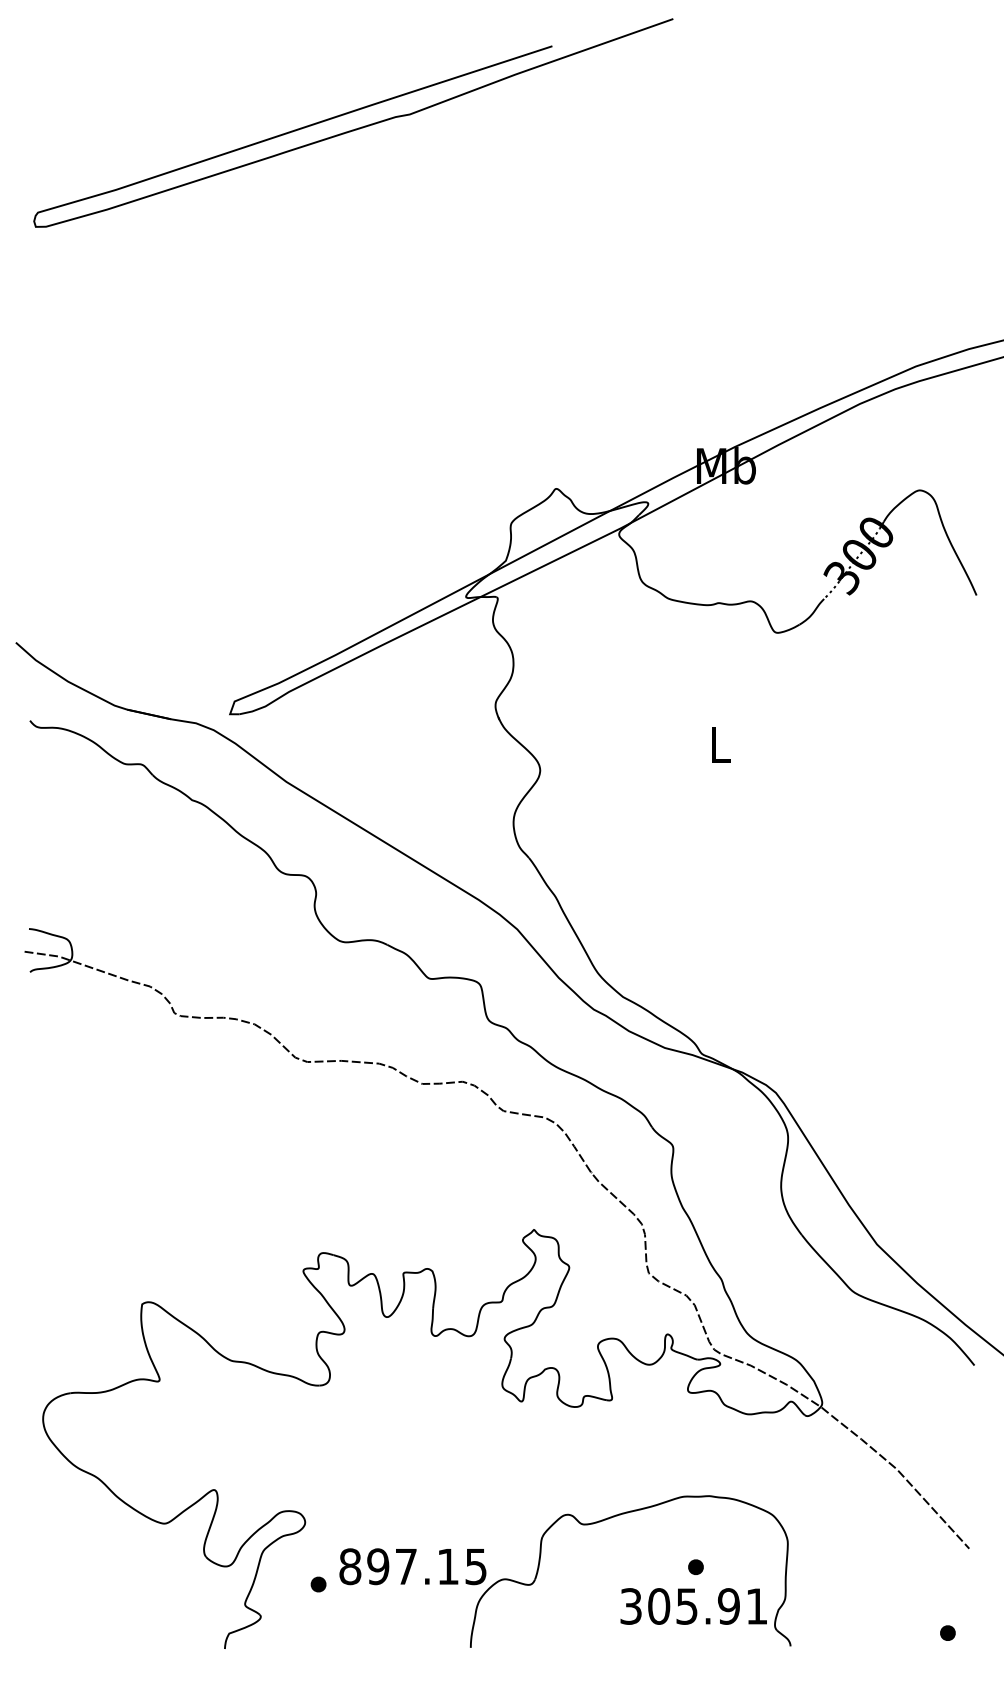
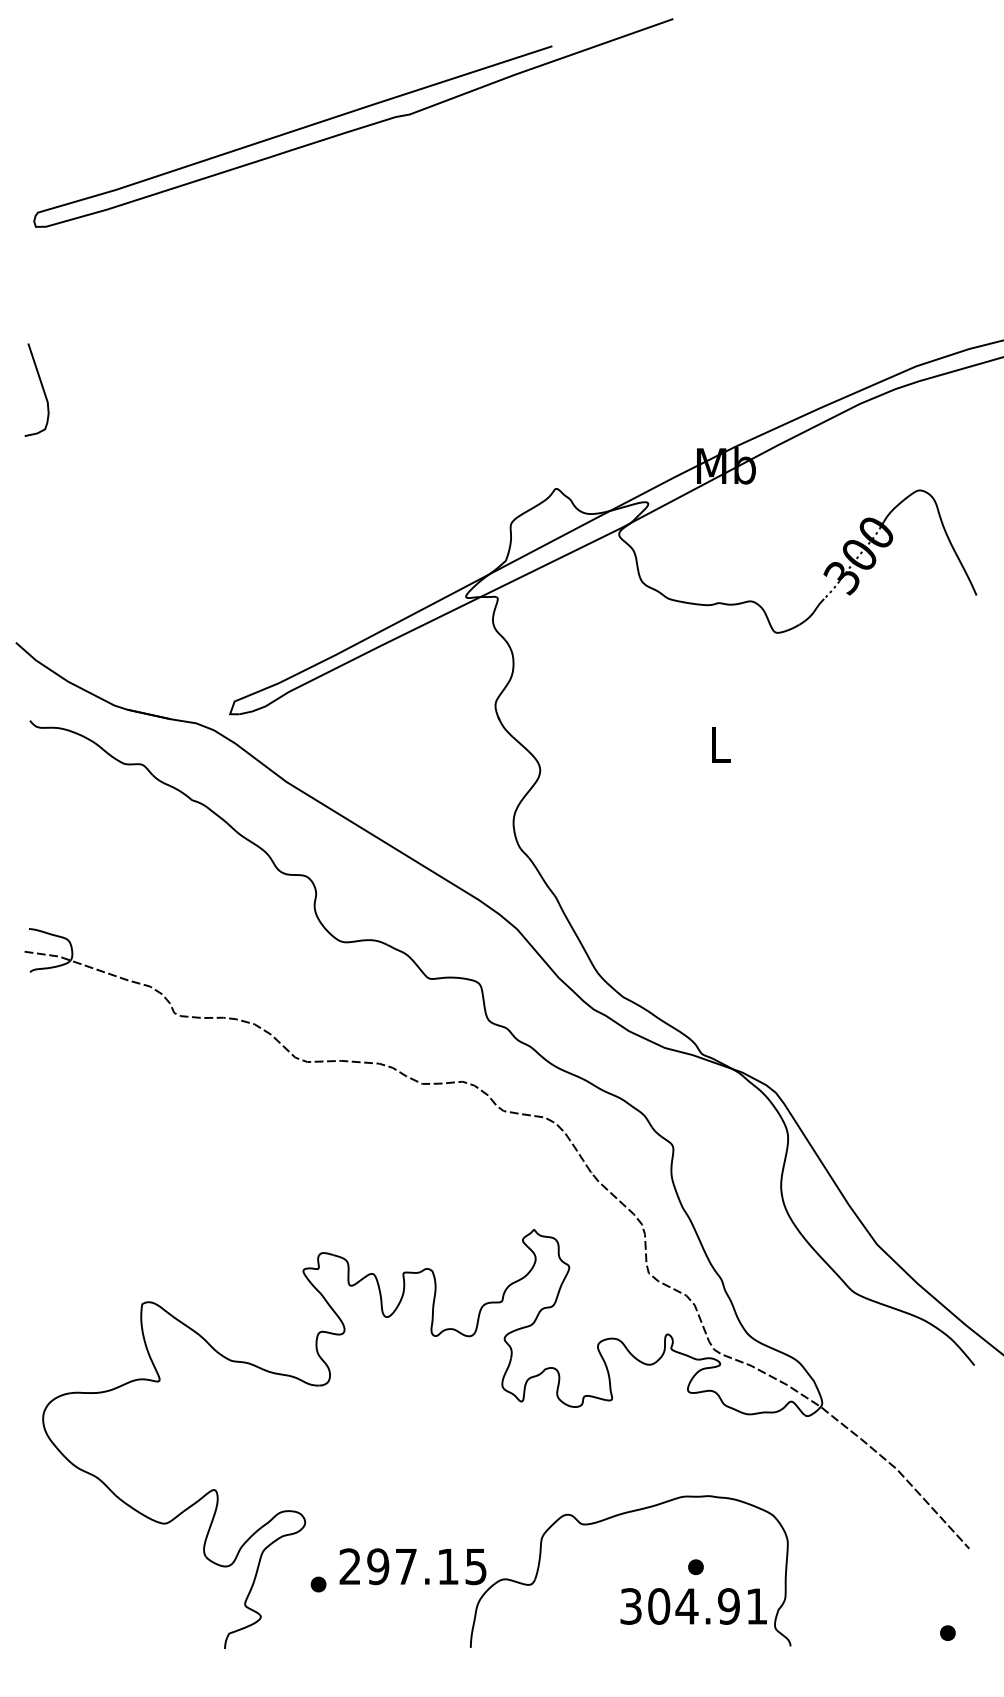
curve at (41, 387): none -> present
text at (350, 1566): 897.15 -> 297.15
text at (686, 1606): 305.91 -> 304.91
